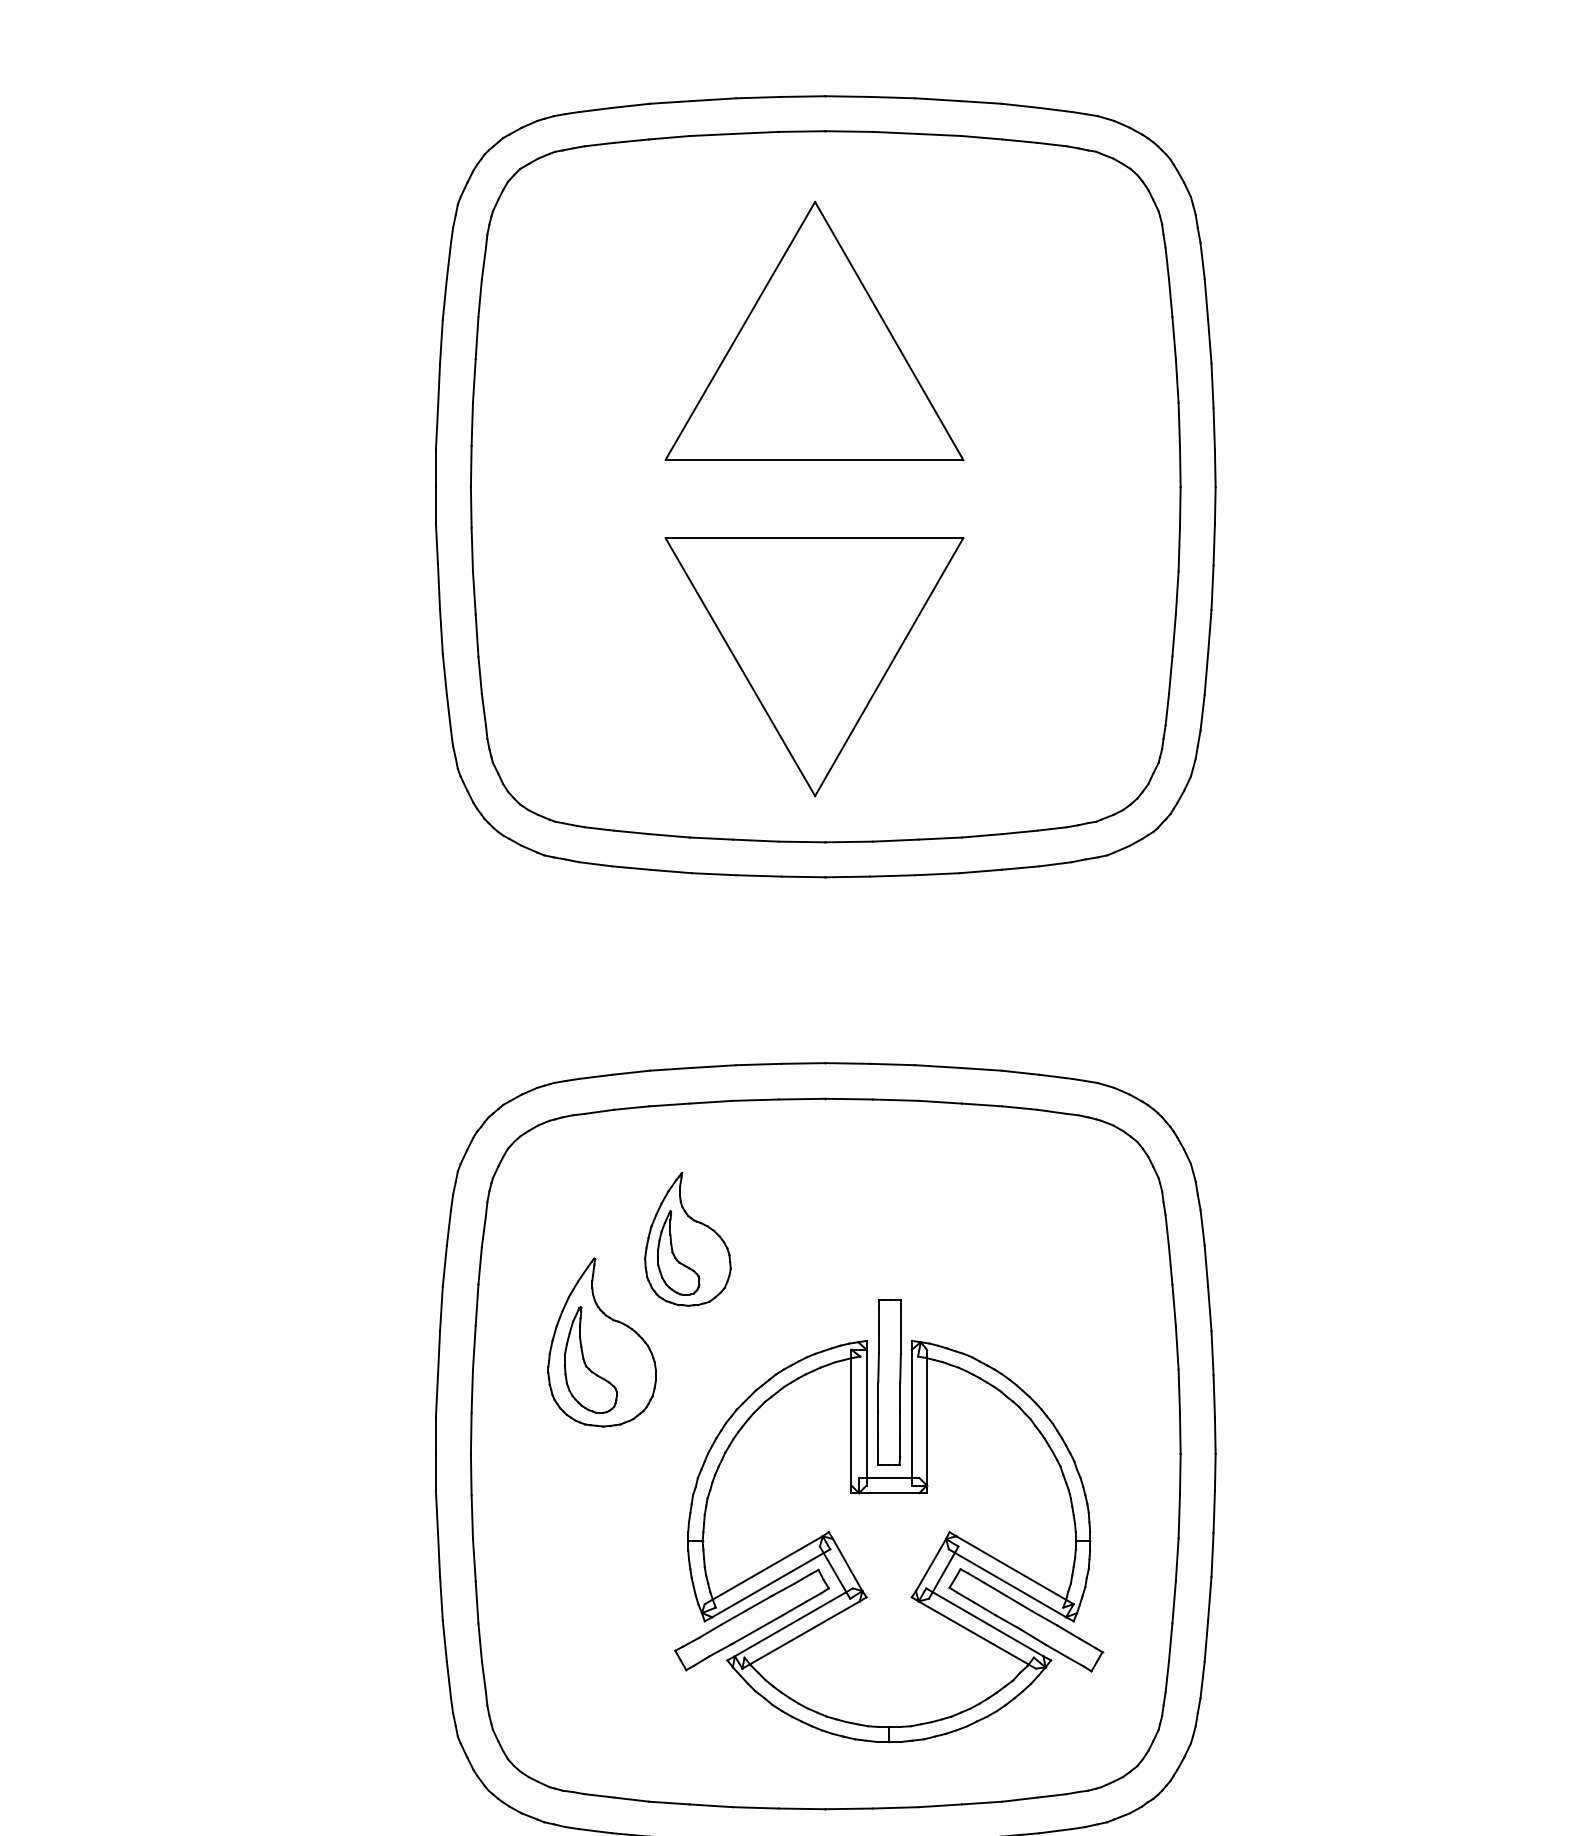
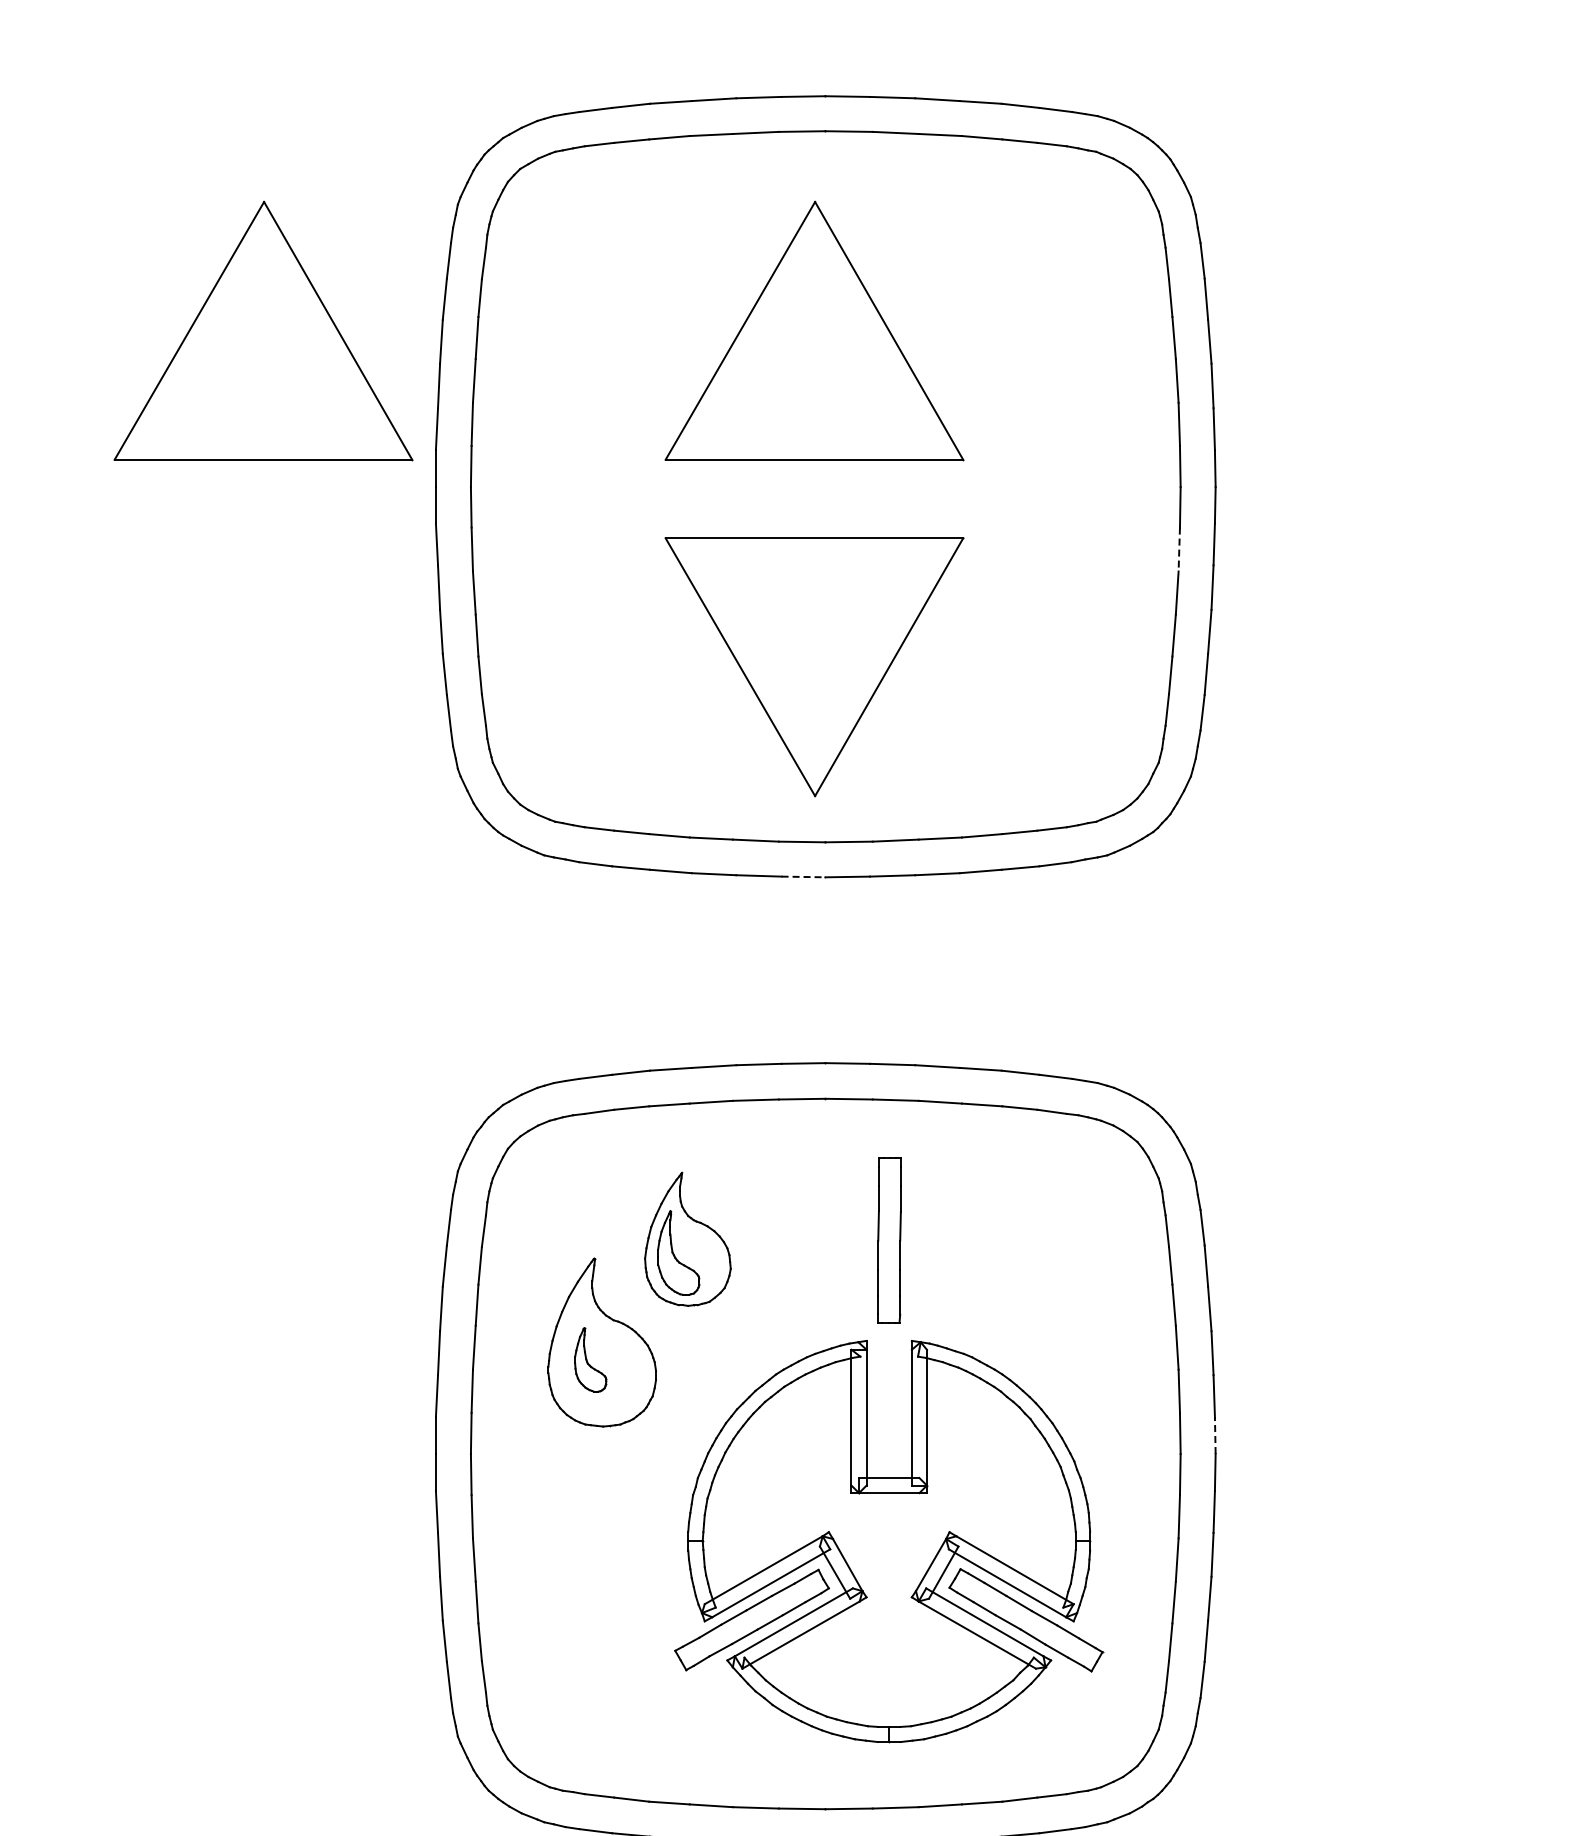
part at (263, 330): none -> present
line at (1179, 549): solid -> dashed
line at (803, 876): solid -> dashed
part at (590, 1359) size: 55x108 px -> 34x66 px
part at (889, 1382) position: (889, 1382) -> (889, 1240)
line at (1215, 1435): solid -> dashed
